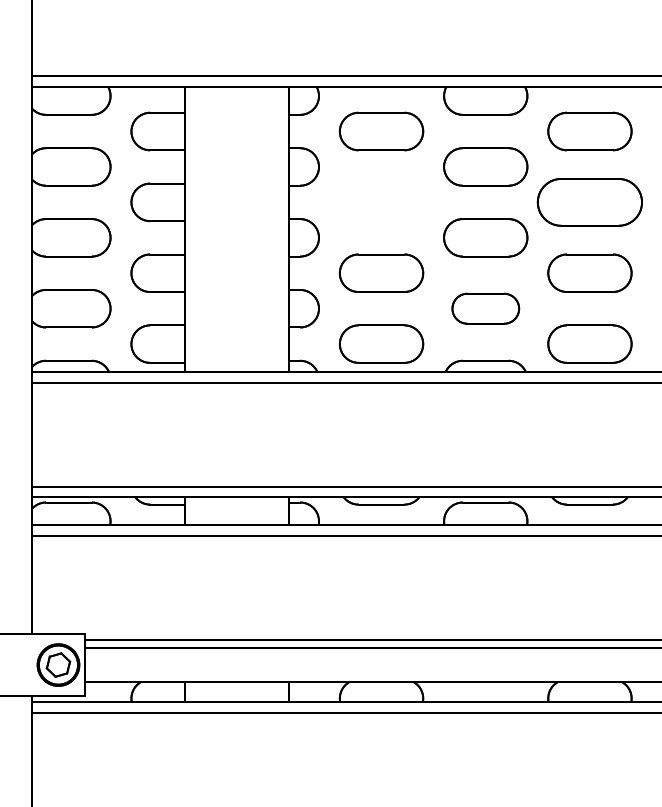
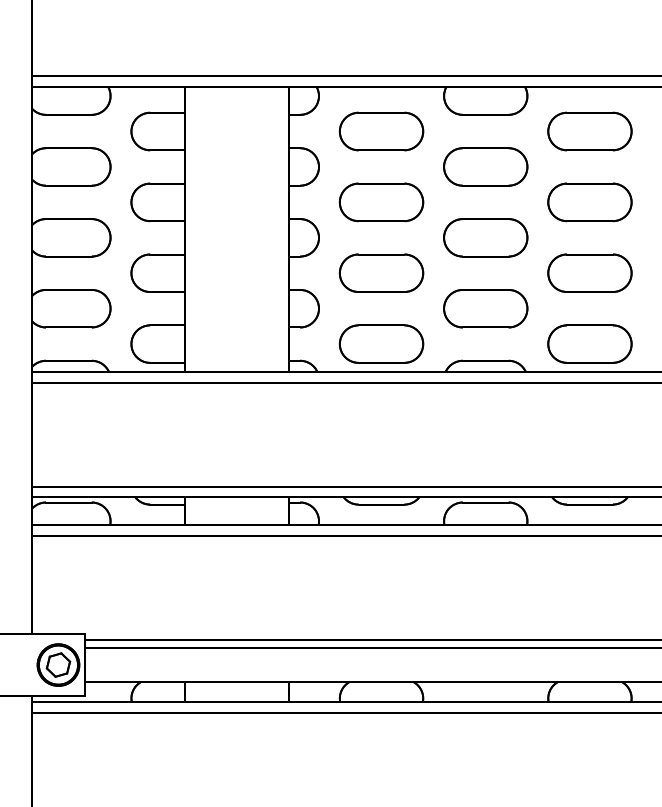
part at (381, 202): none -> present
part at (589, 202) size: 107x49 px -> 86x41 px
part at (485, 308) size: 70x33 px -> 86x40 px
